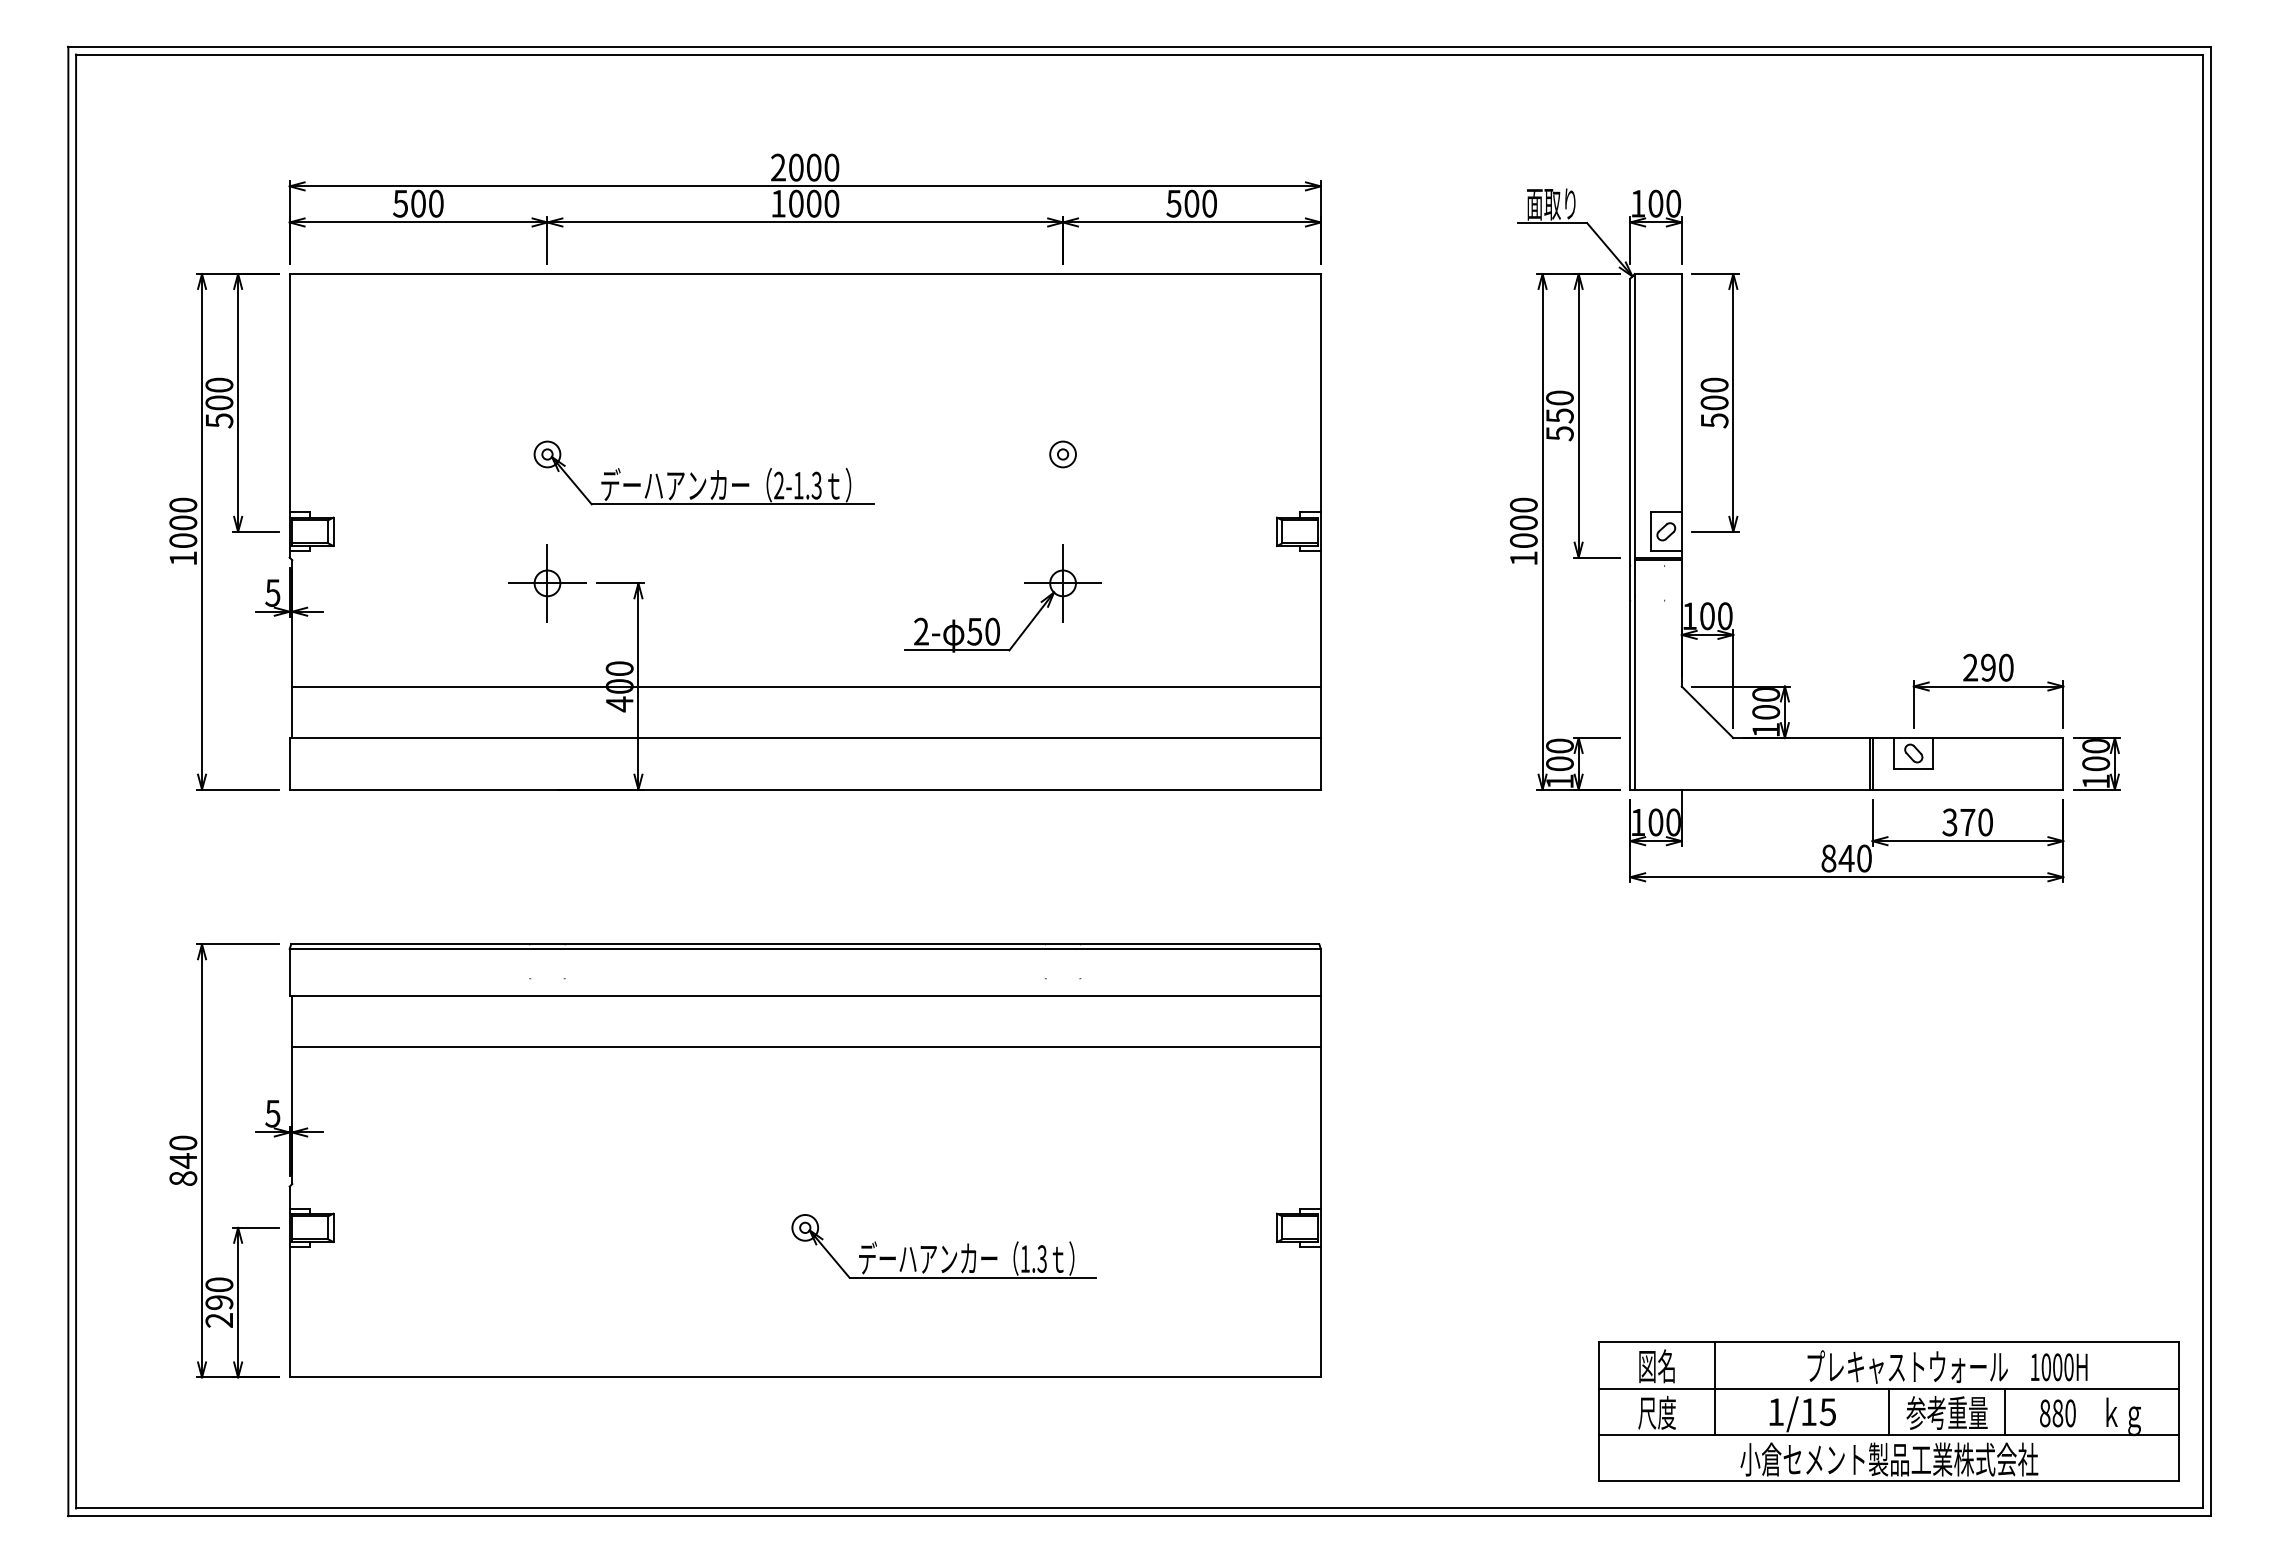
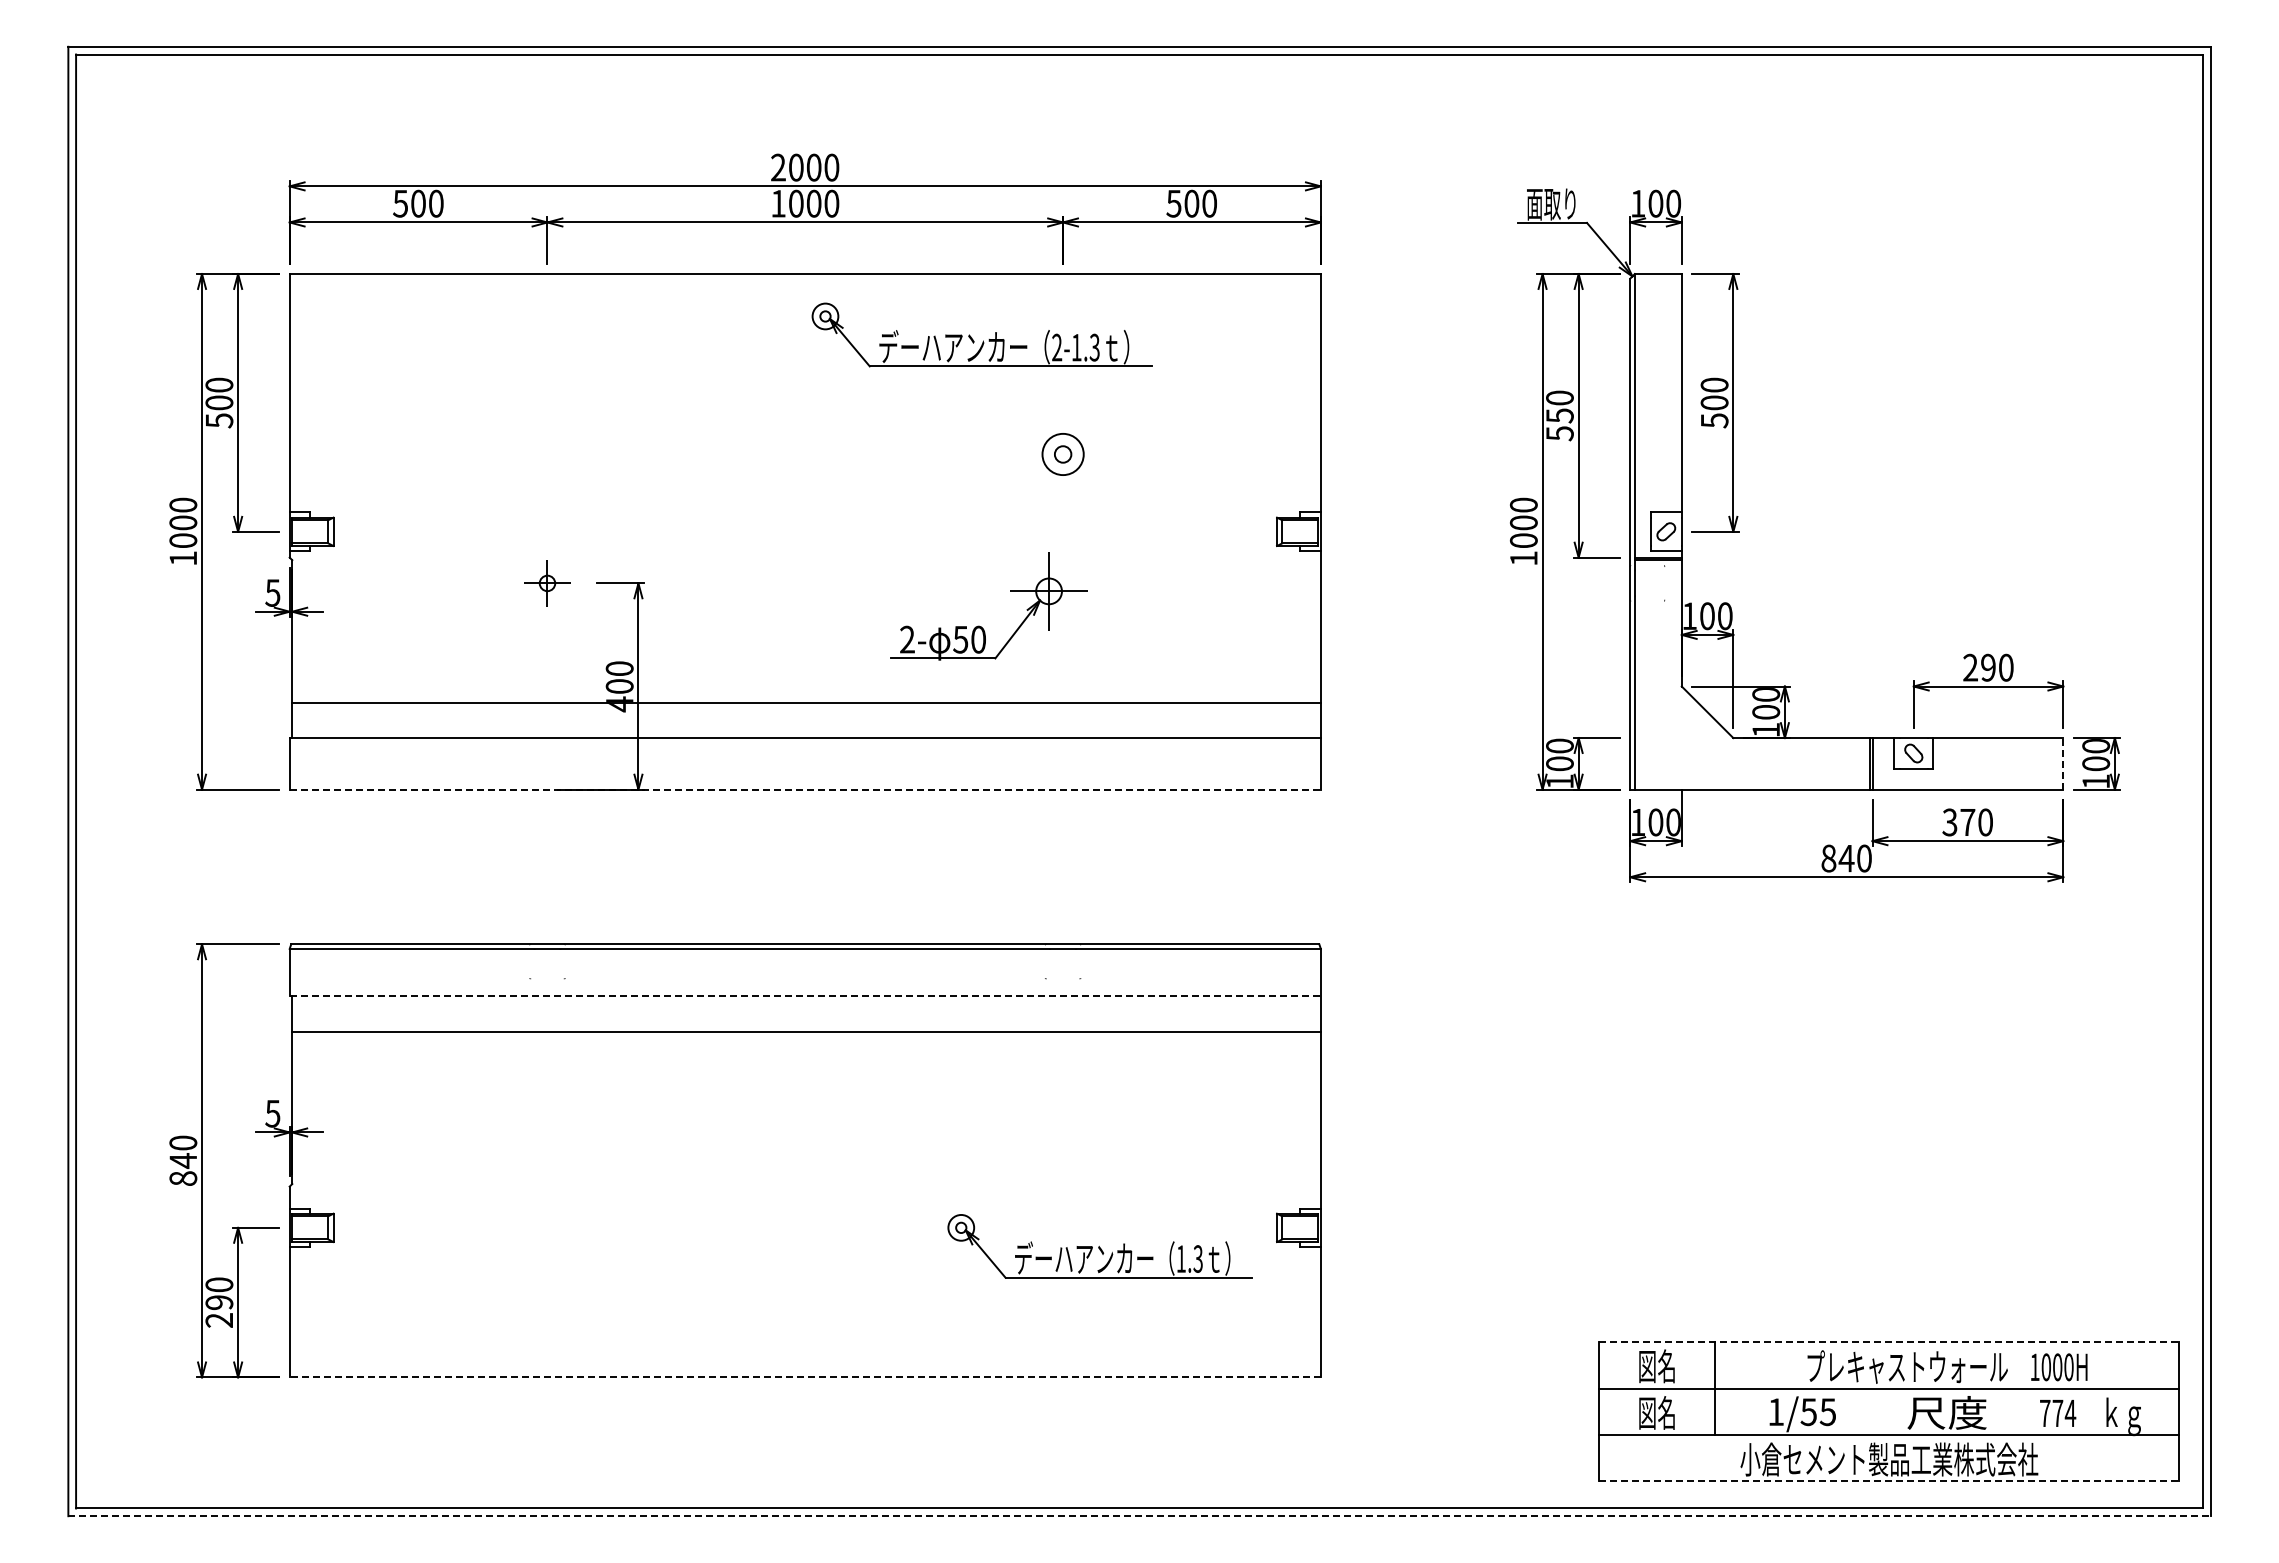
part at (1062, 454) size: 28x29 px -> 44x43 px
part at (705, 478) position: (705, 478) -> (983, 340)
part at (547, 583) size: 79x79 px -> 47x47 px
part at (993, 617) position: (993, 617) -> (979, 625)
line at (806, 686) position: (806, 686) -> (806, 702)
line at (2063, 763): solid -> dashed
line at (805, 789): solid -> dashed
line at (805, 995): solid -> dashed
line at (806, 1047) position: (806, 1047) -> (806, 1032)
part at (943, 1246) position: (943, 1246) -> (1099, 1246)
line at (1889, 1342): solid -> dashed
line at (805, 1377): solid -> dashed
line at (1889, 1411): present -> none
line at (2005, 1411): present -> none
text at (1656, 1412): 尺度 -> 図名
text at (1808, 1412): 1/15 -> 1/55
text at (1946, 1412): 参考重量 -> 尺度
text at (2058, 1413): 880 -> 774
line at (1889, 1481): solid -> dashed
line at (1139, 1516): solid -> dashed
